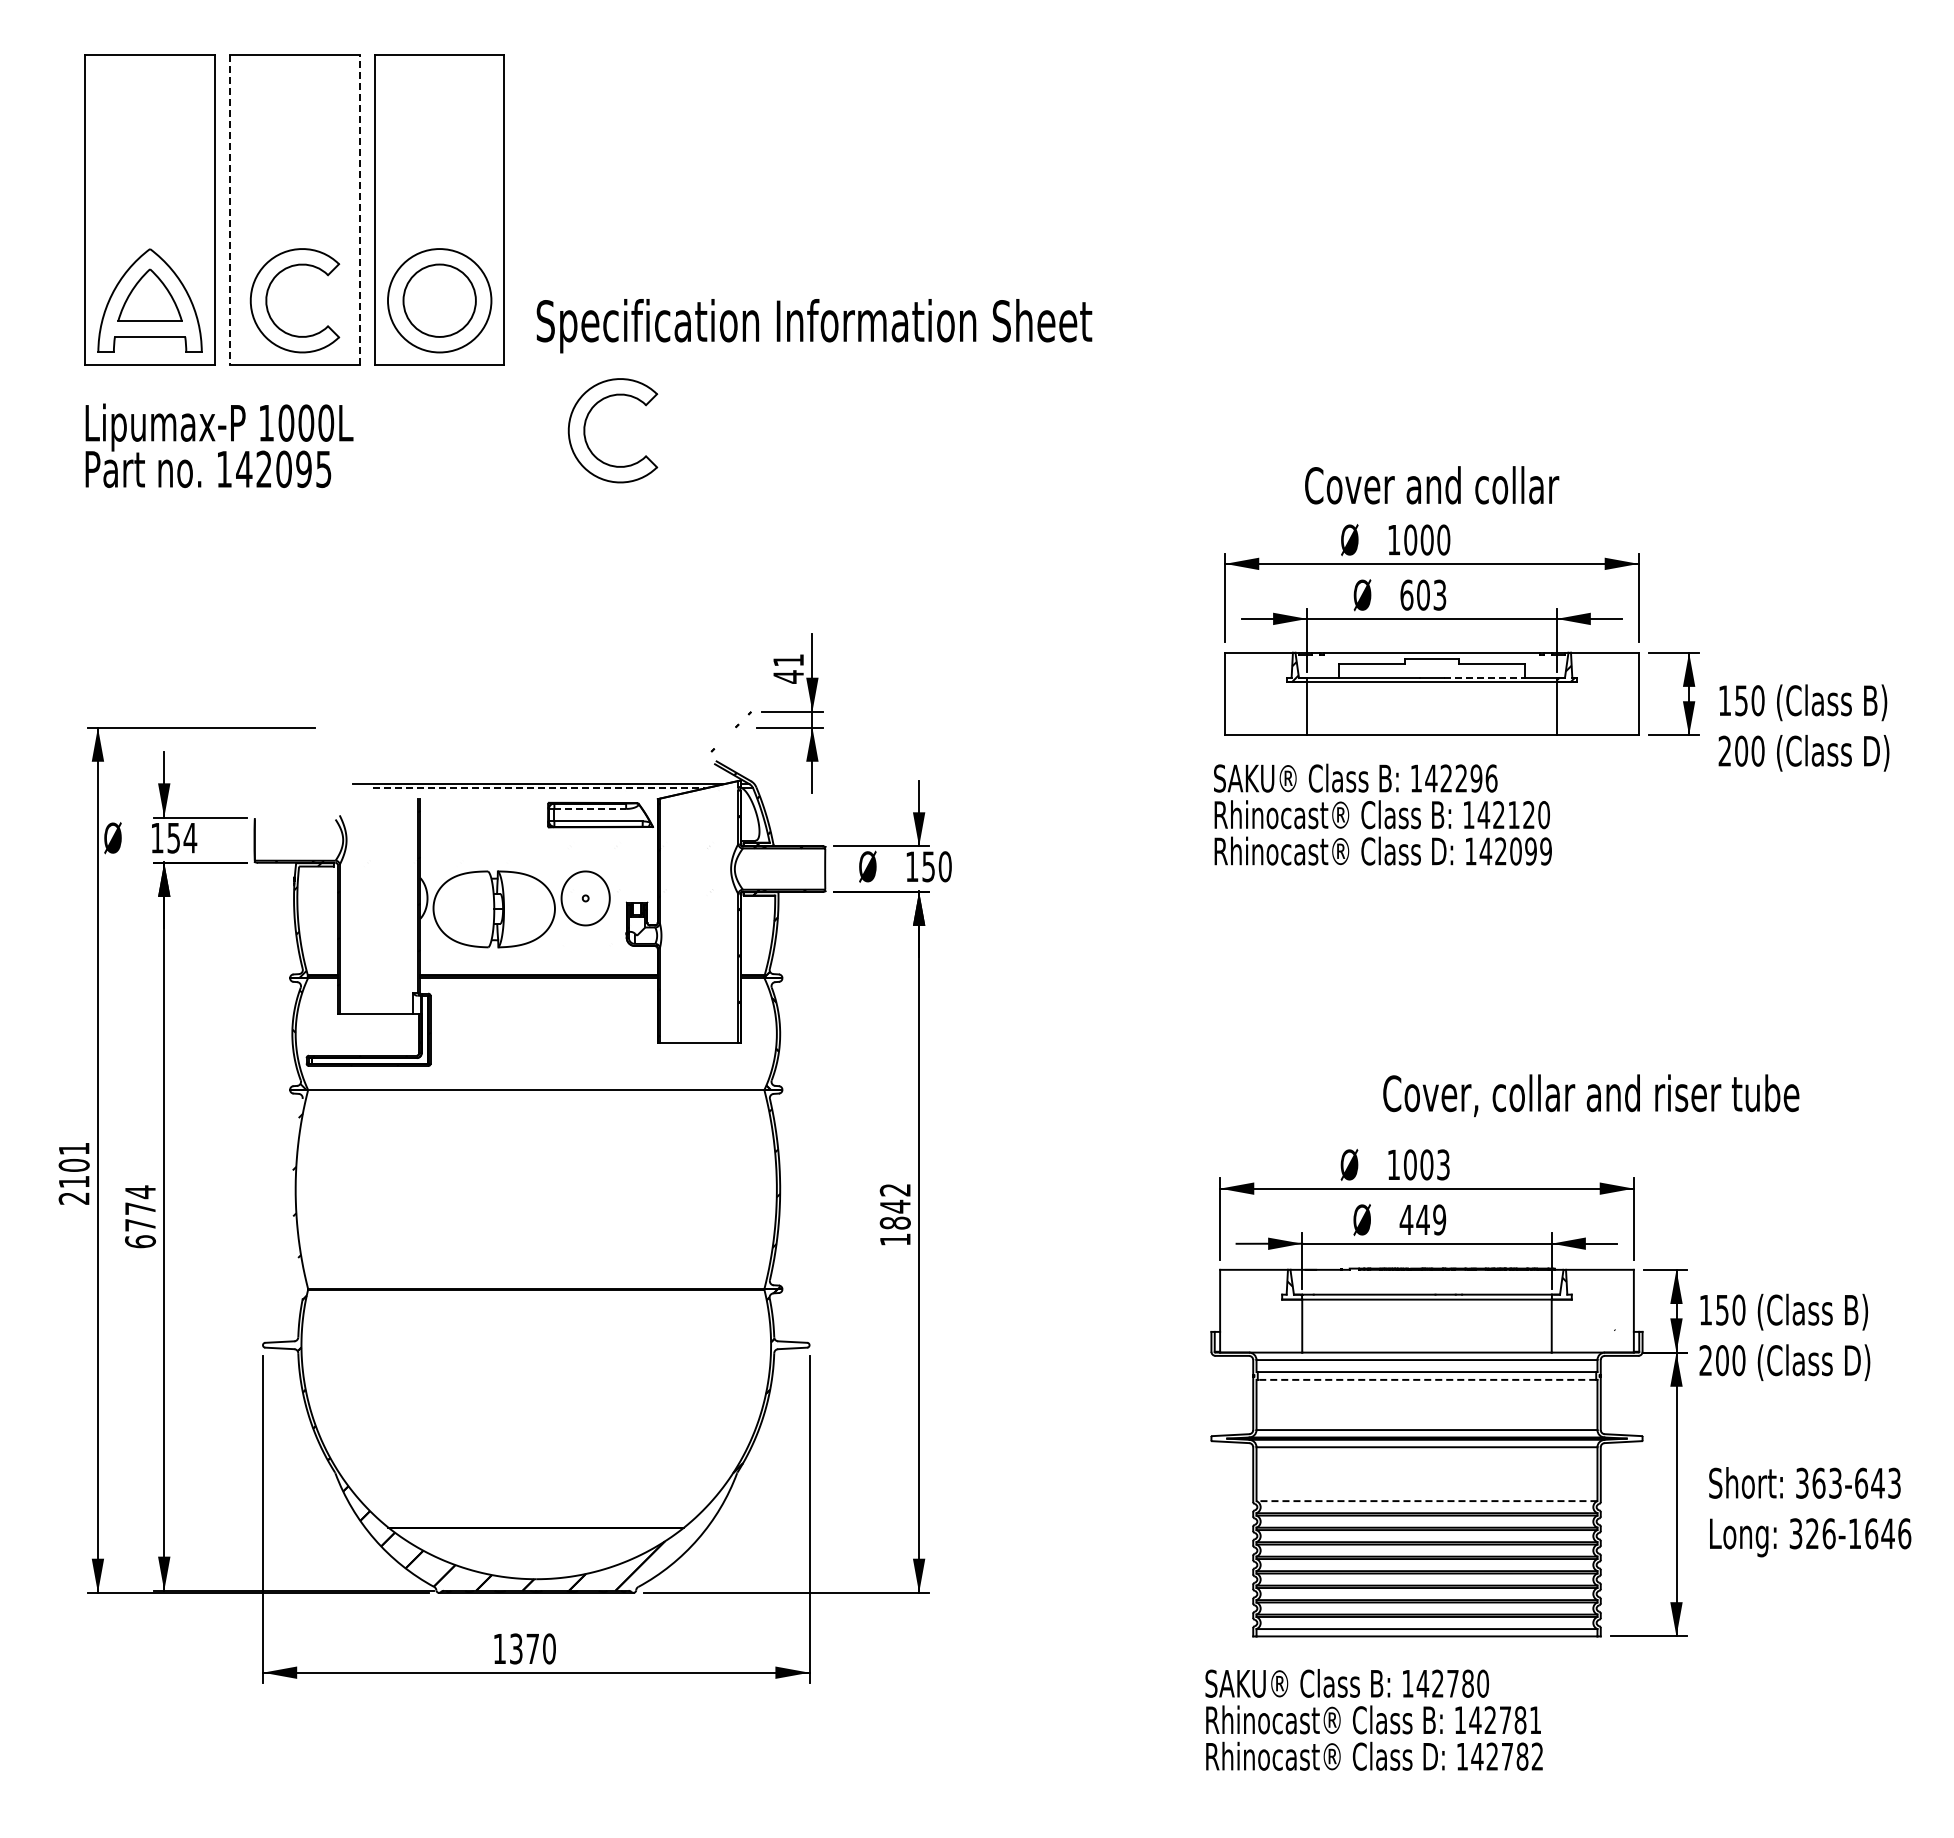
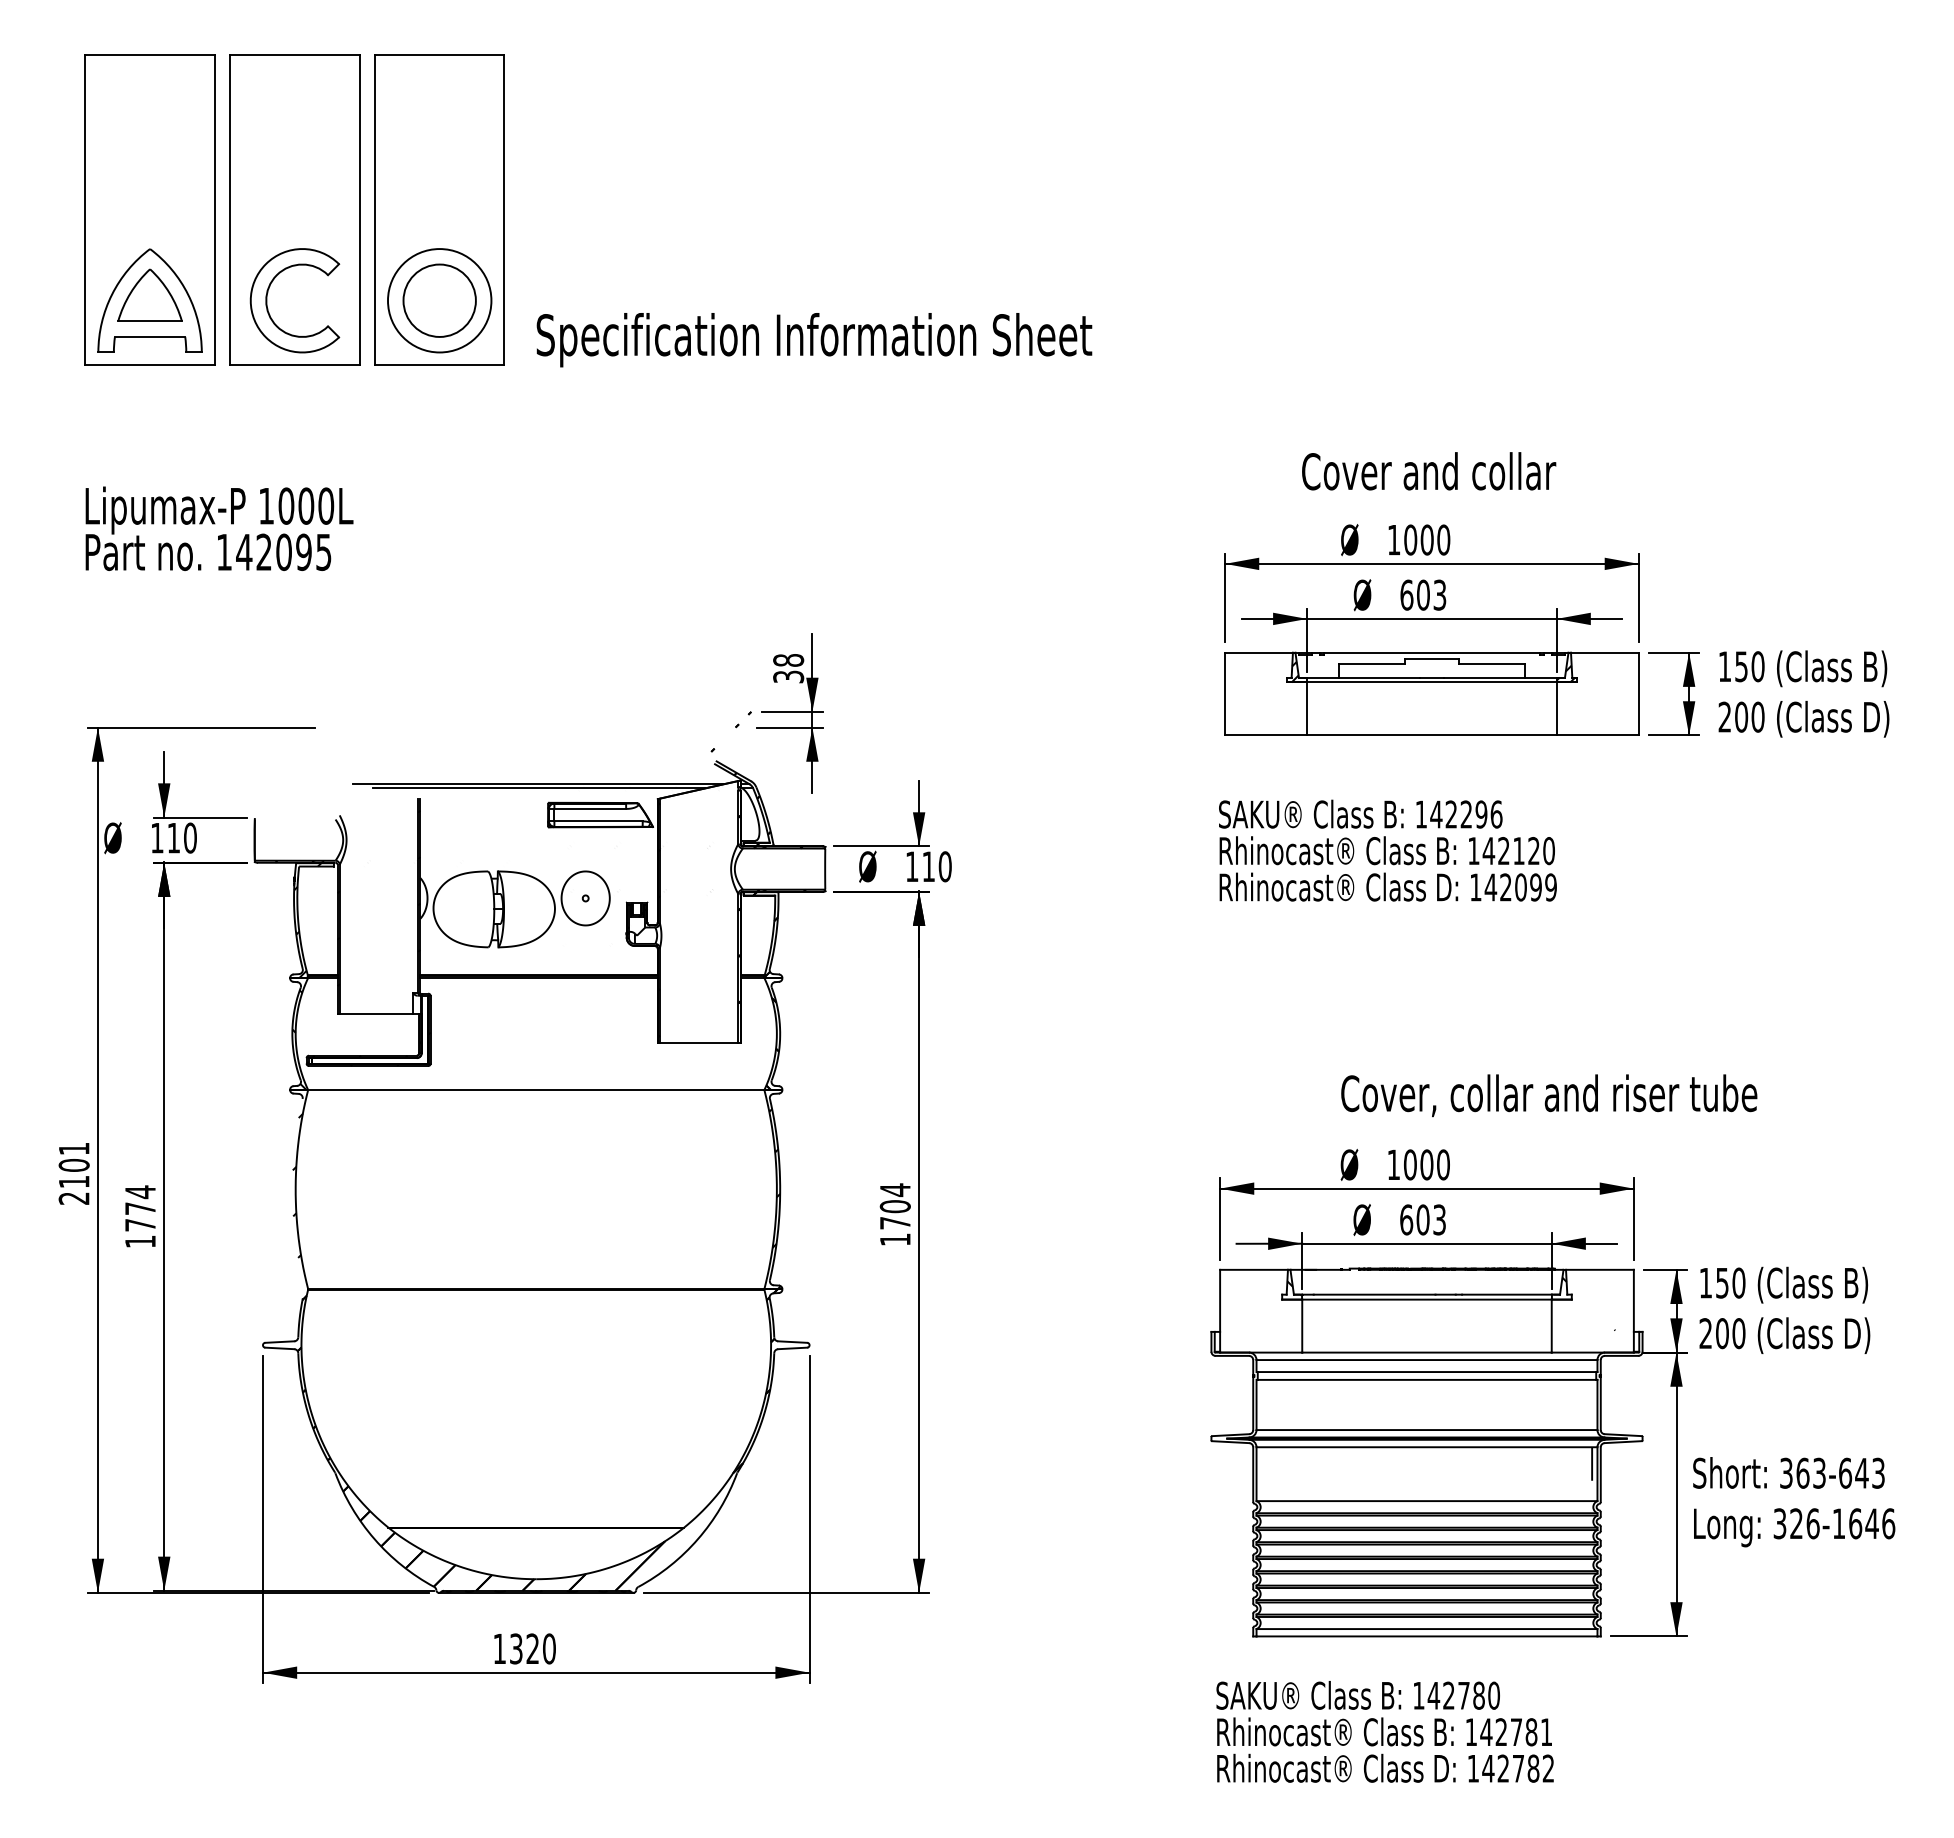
line at (359, 209): dashed -> solid
line at (230, 210): dashed -> solid
text at (814, 326) position: (814, 326) -> (814, 340)
part at (585, 430): present -> none
text at (219, 445) position: (219, 445) -> (219, 528)
text at (1432, 485) position: (1432, 485) -> (1429, 471)
text at (788, 668): 41 -> 38
line at (1484, 677): dashed -> solid
text at (1803, 727) position: (1803, 727) -> (1803, 693)
line at (539, 788): dashed -> solid
line at (590, 808): dashed -> solid
text at (1382, 814) position: (1382, 814) -> (1387, 850)
text at (182, 837): 154 -> 110
text at (928, 866): 150 -> 110
text at (1591, 1095) position: (1591, 1095) -> (1549, 1095)
text at (1443, 1164): 1003 -> 1000
text at (894, 1206): 1842 -> 1704
text at (1422, 1219): 449 -> 603
text at (140, 1241): 6774 -> 1774
text at (1784, 1336) position: (1784, 1336) -> (1784, 1309)
line at (1426, 1379): dashed -> solid
line at (1592, 1463): none -> present
line at (1426, 1501): dashed -> solid
text at (1810, 1512) position: (1810, 1512) -> (1794, 1502)
text at (532, 1648): 1370 -> 1320
text at (1373, 1719) position: (1373, 1719) -> (1384, 1731)
